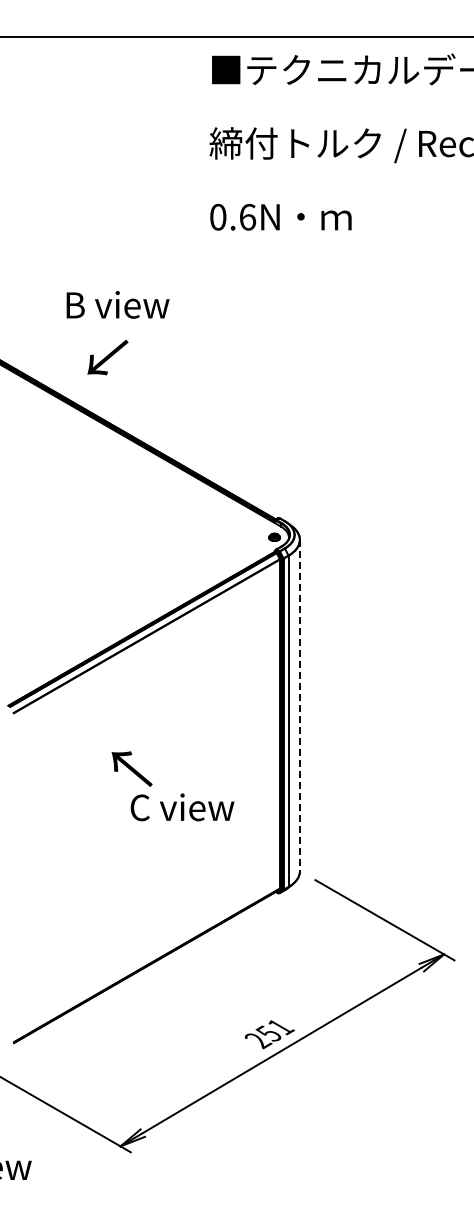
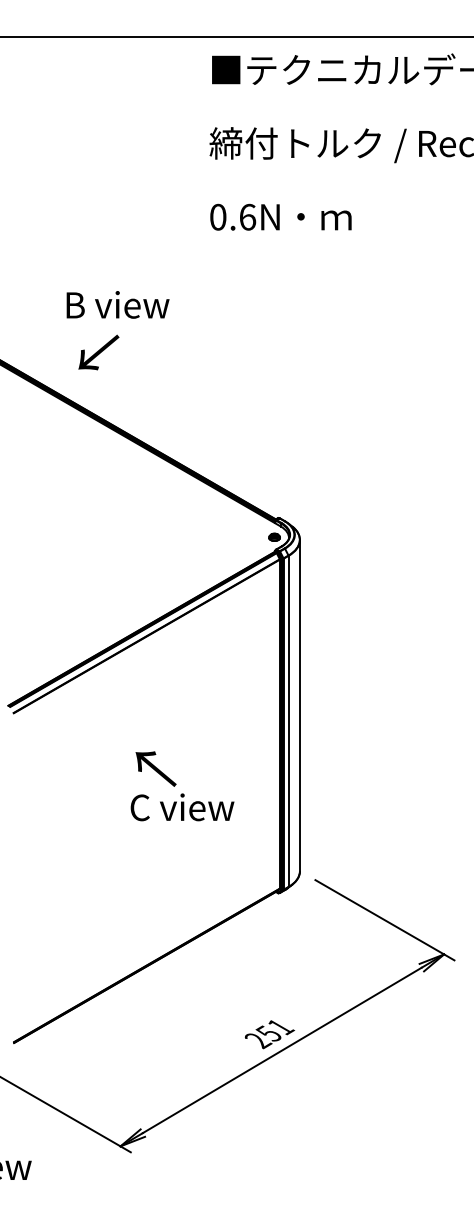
text at (107, 357) position: (107, 357) -> (98, 352)
line at (299, 705): dashed -> solid
text at (131, 768) position: (131, 768) -> (155, 768)
